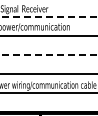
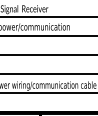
line at (49, 17): dashed -> solid
line at (49, 55): dashed -> solid
